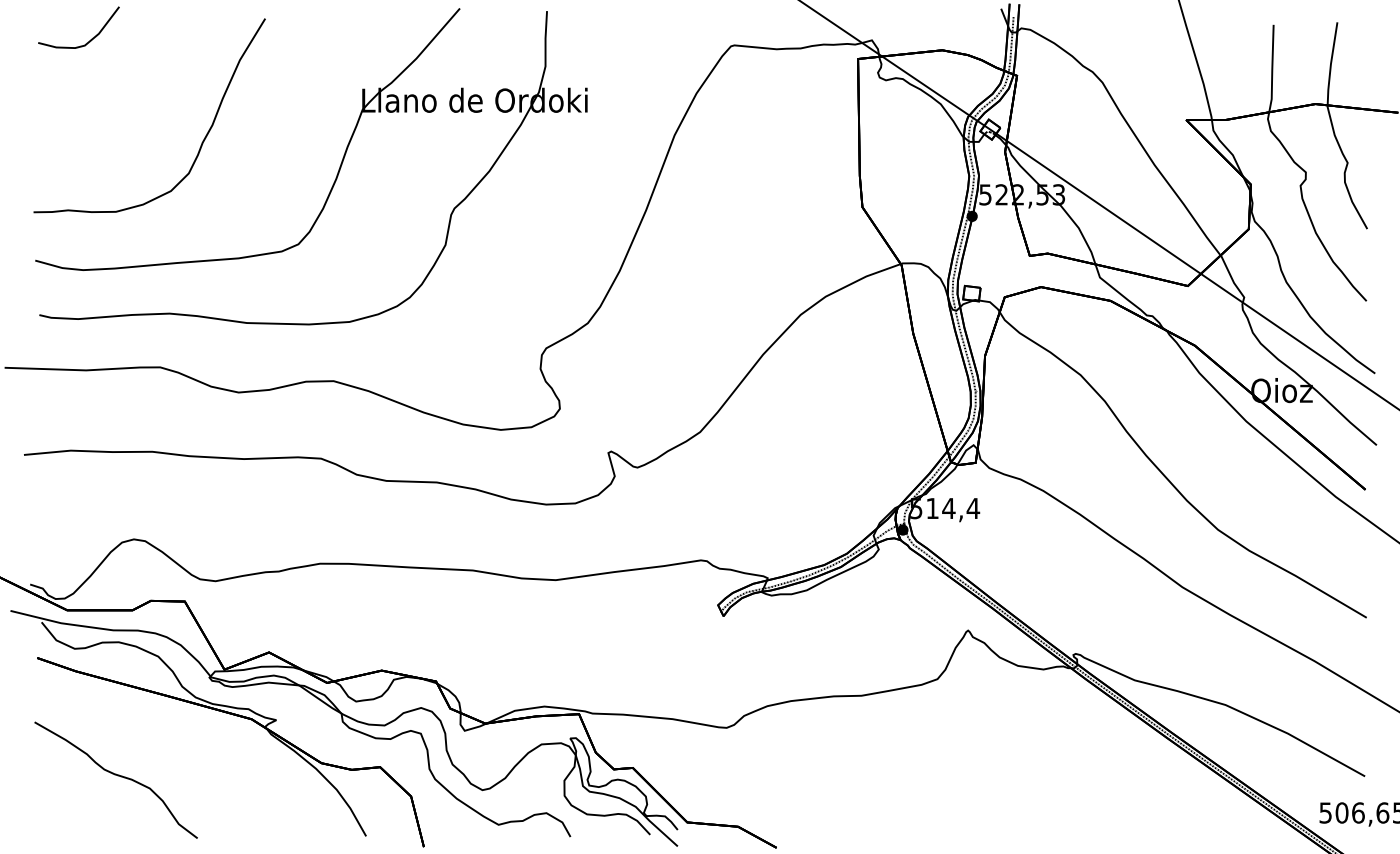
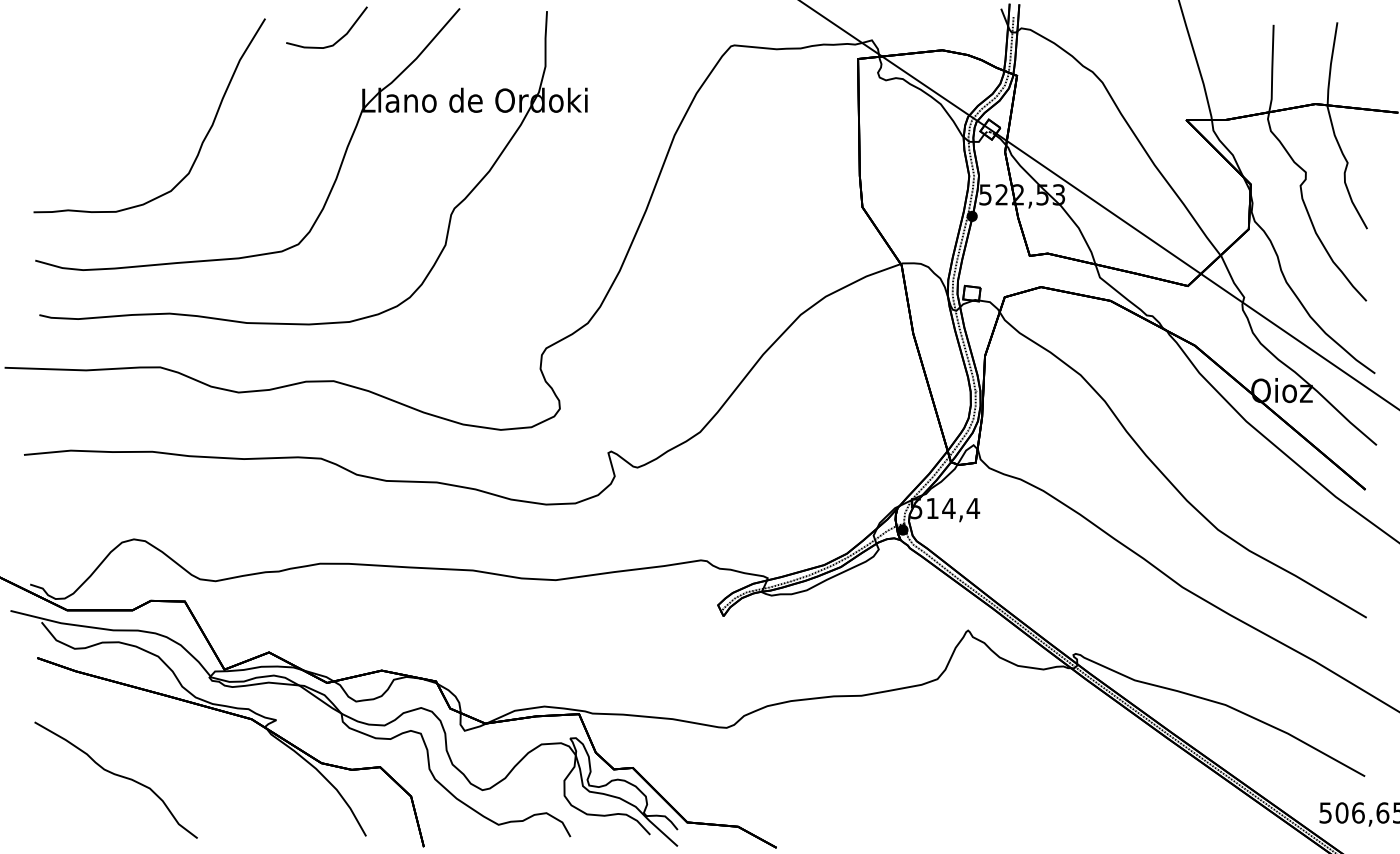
curve at (90, 39) position: (90, 39) -> (338, 39)
